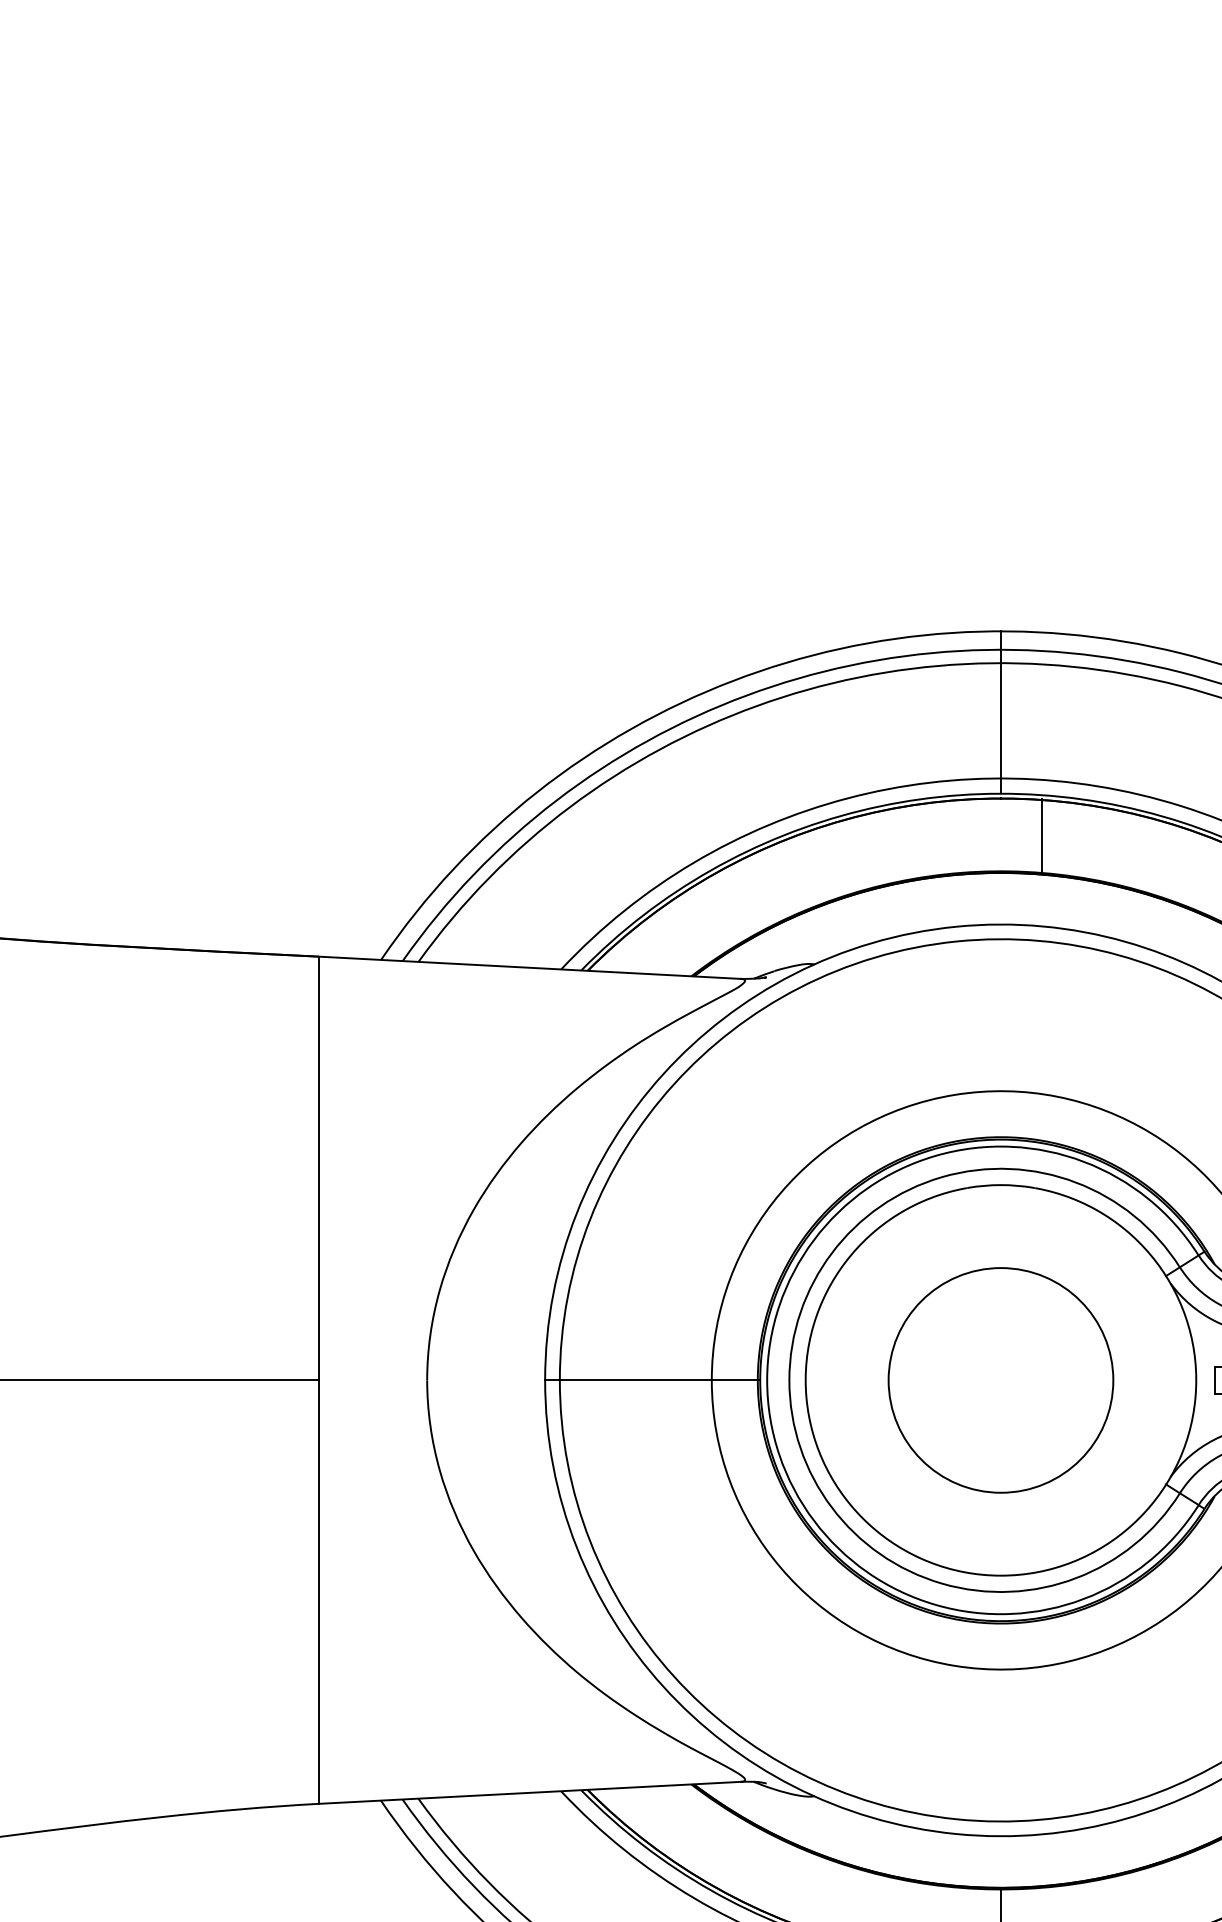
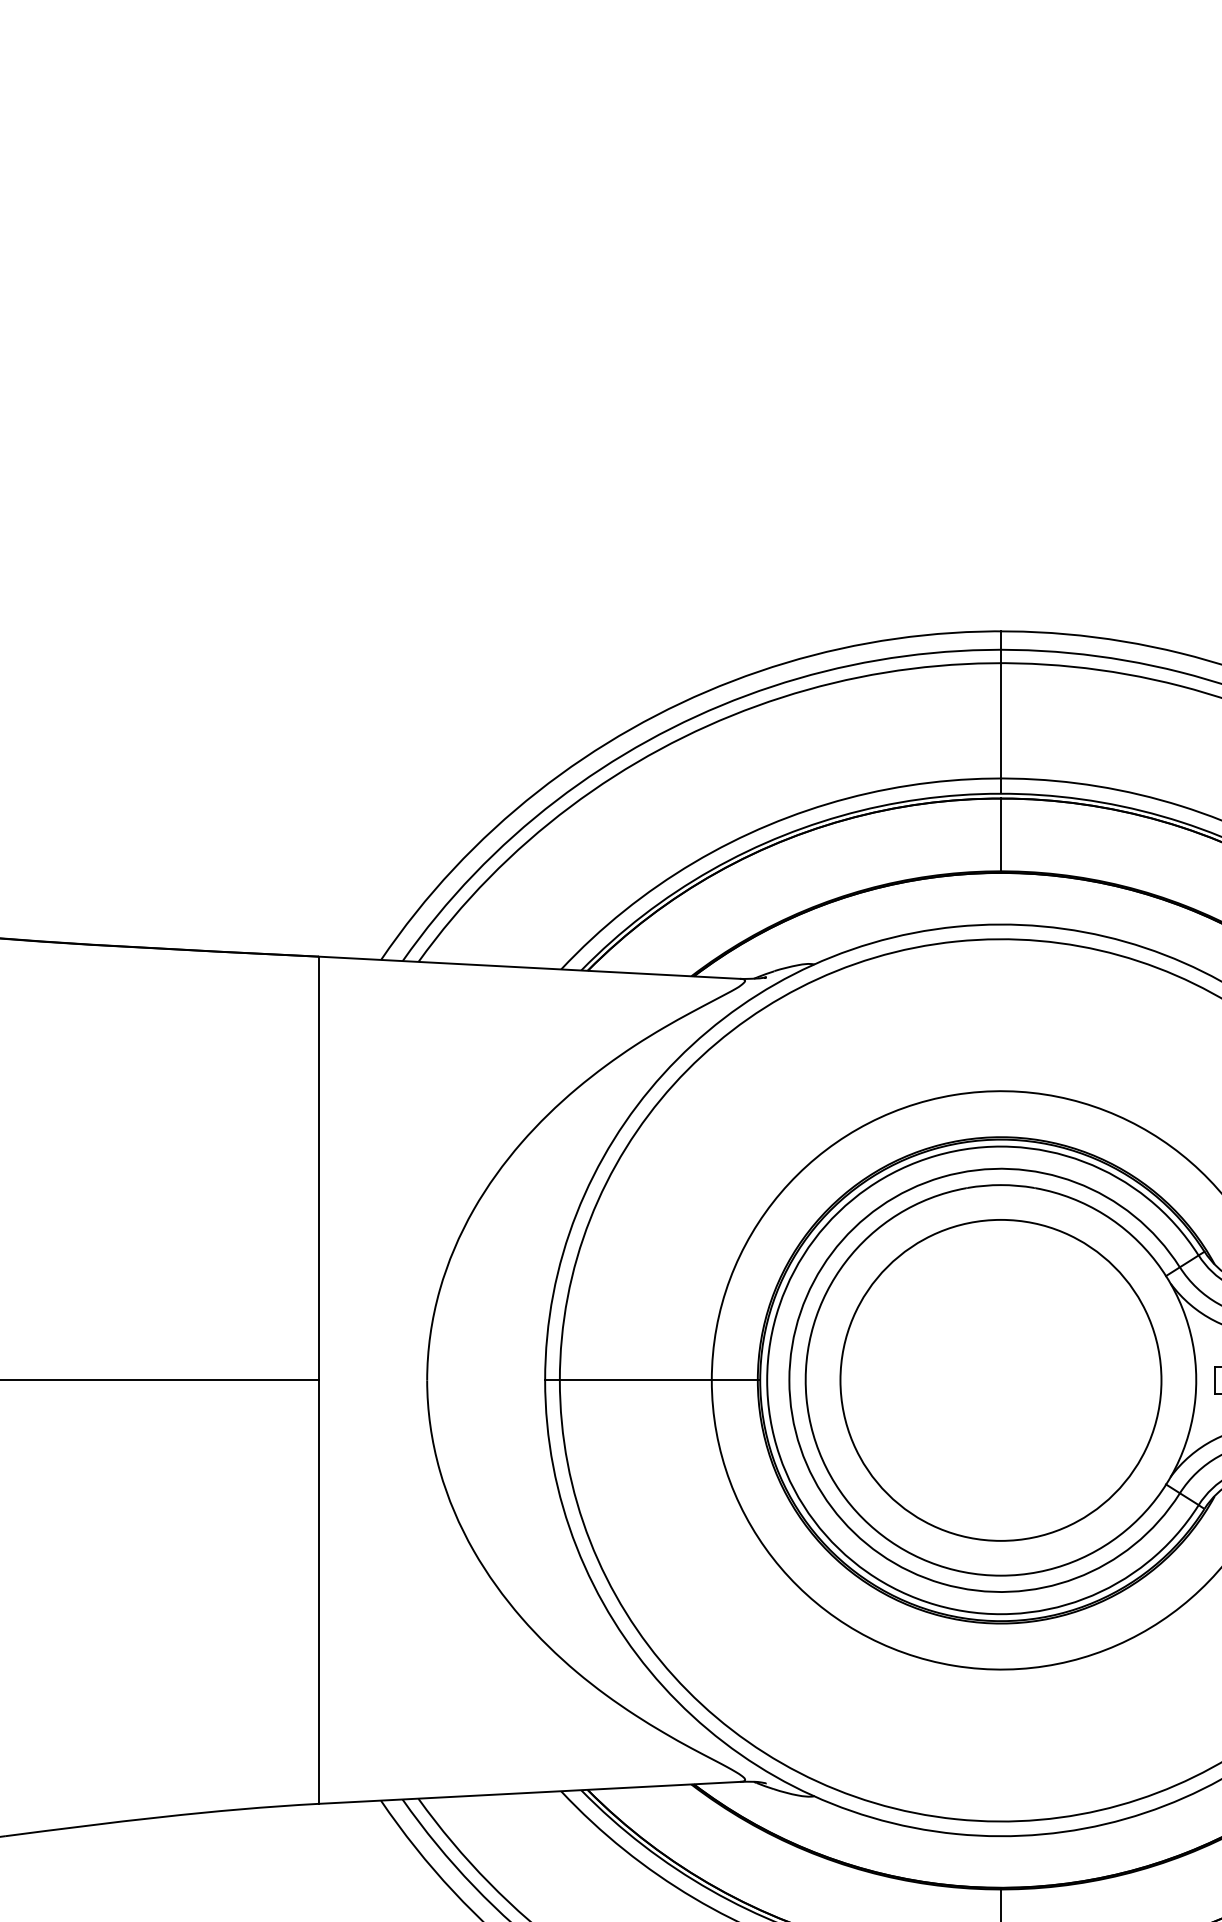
line at (1041, 835) position: (1041, 835) -> (1000, 835)
circle at (1000, 1380) size: 228x227 px -> 324x323 px
